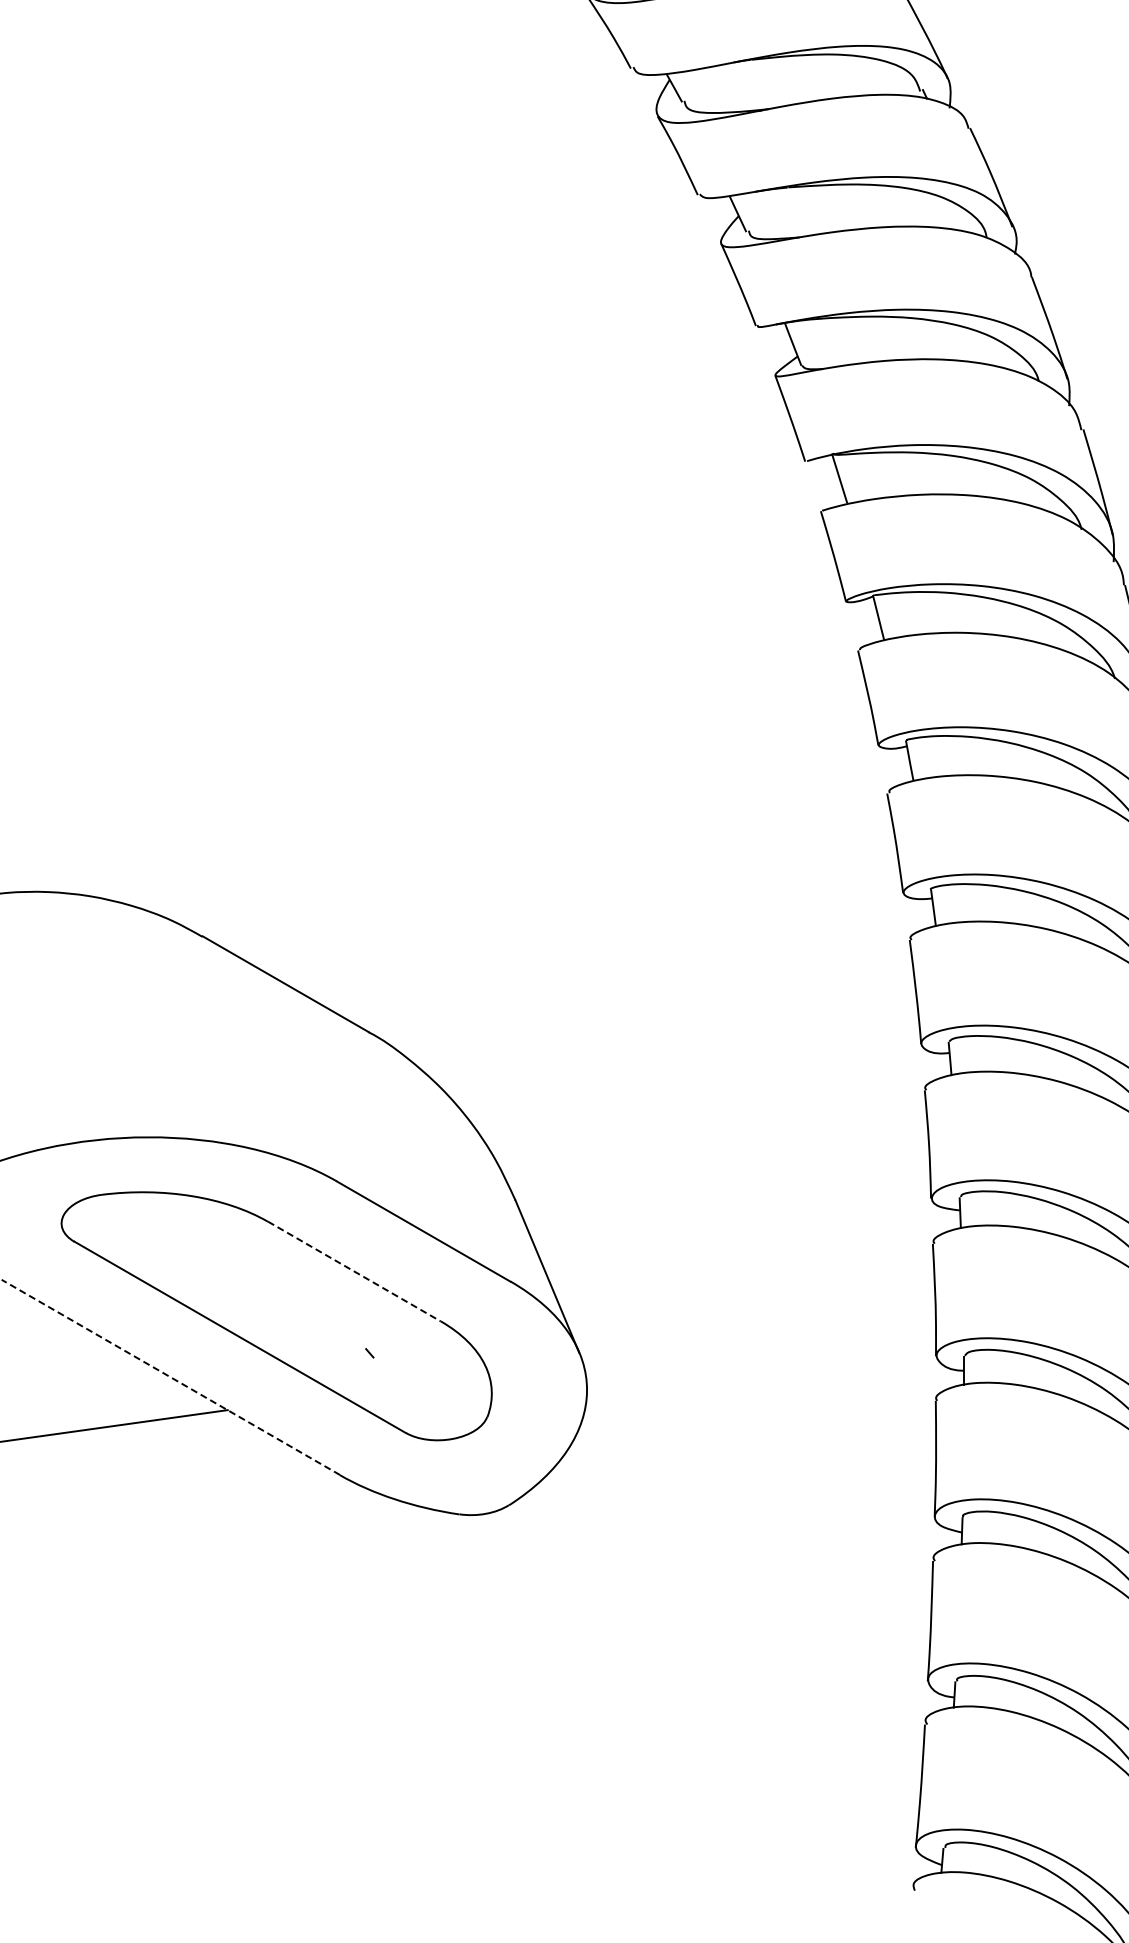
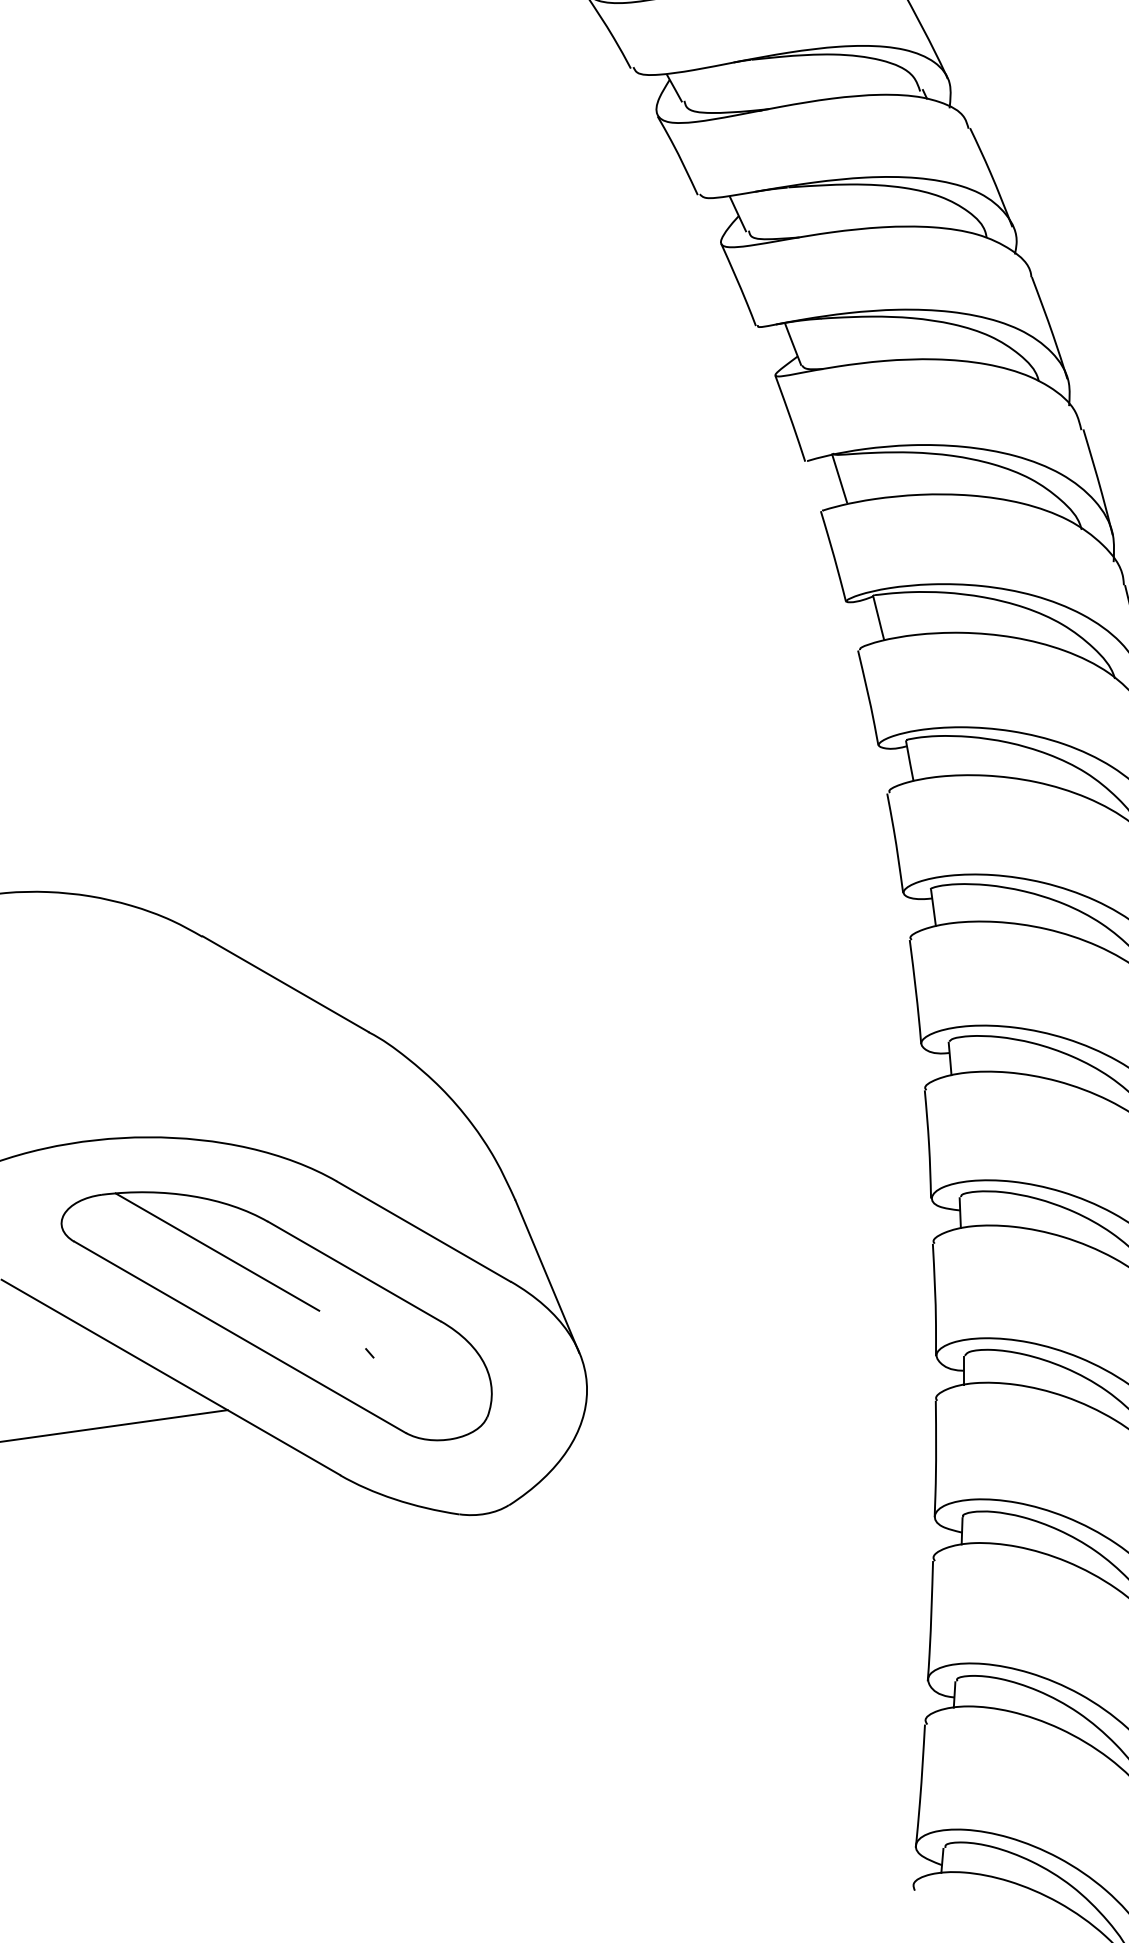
line at (217, 1251): none -> present
line at (354, 1271): dashed -> solid
line at (170, 1377): dashed -> solid
